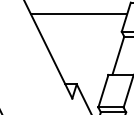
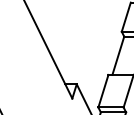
line at (78, 14): present -> none
